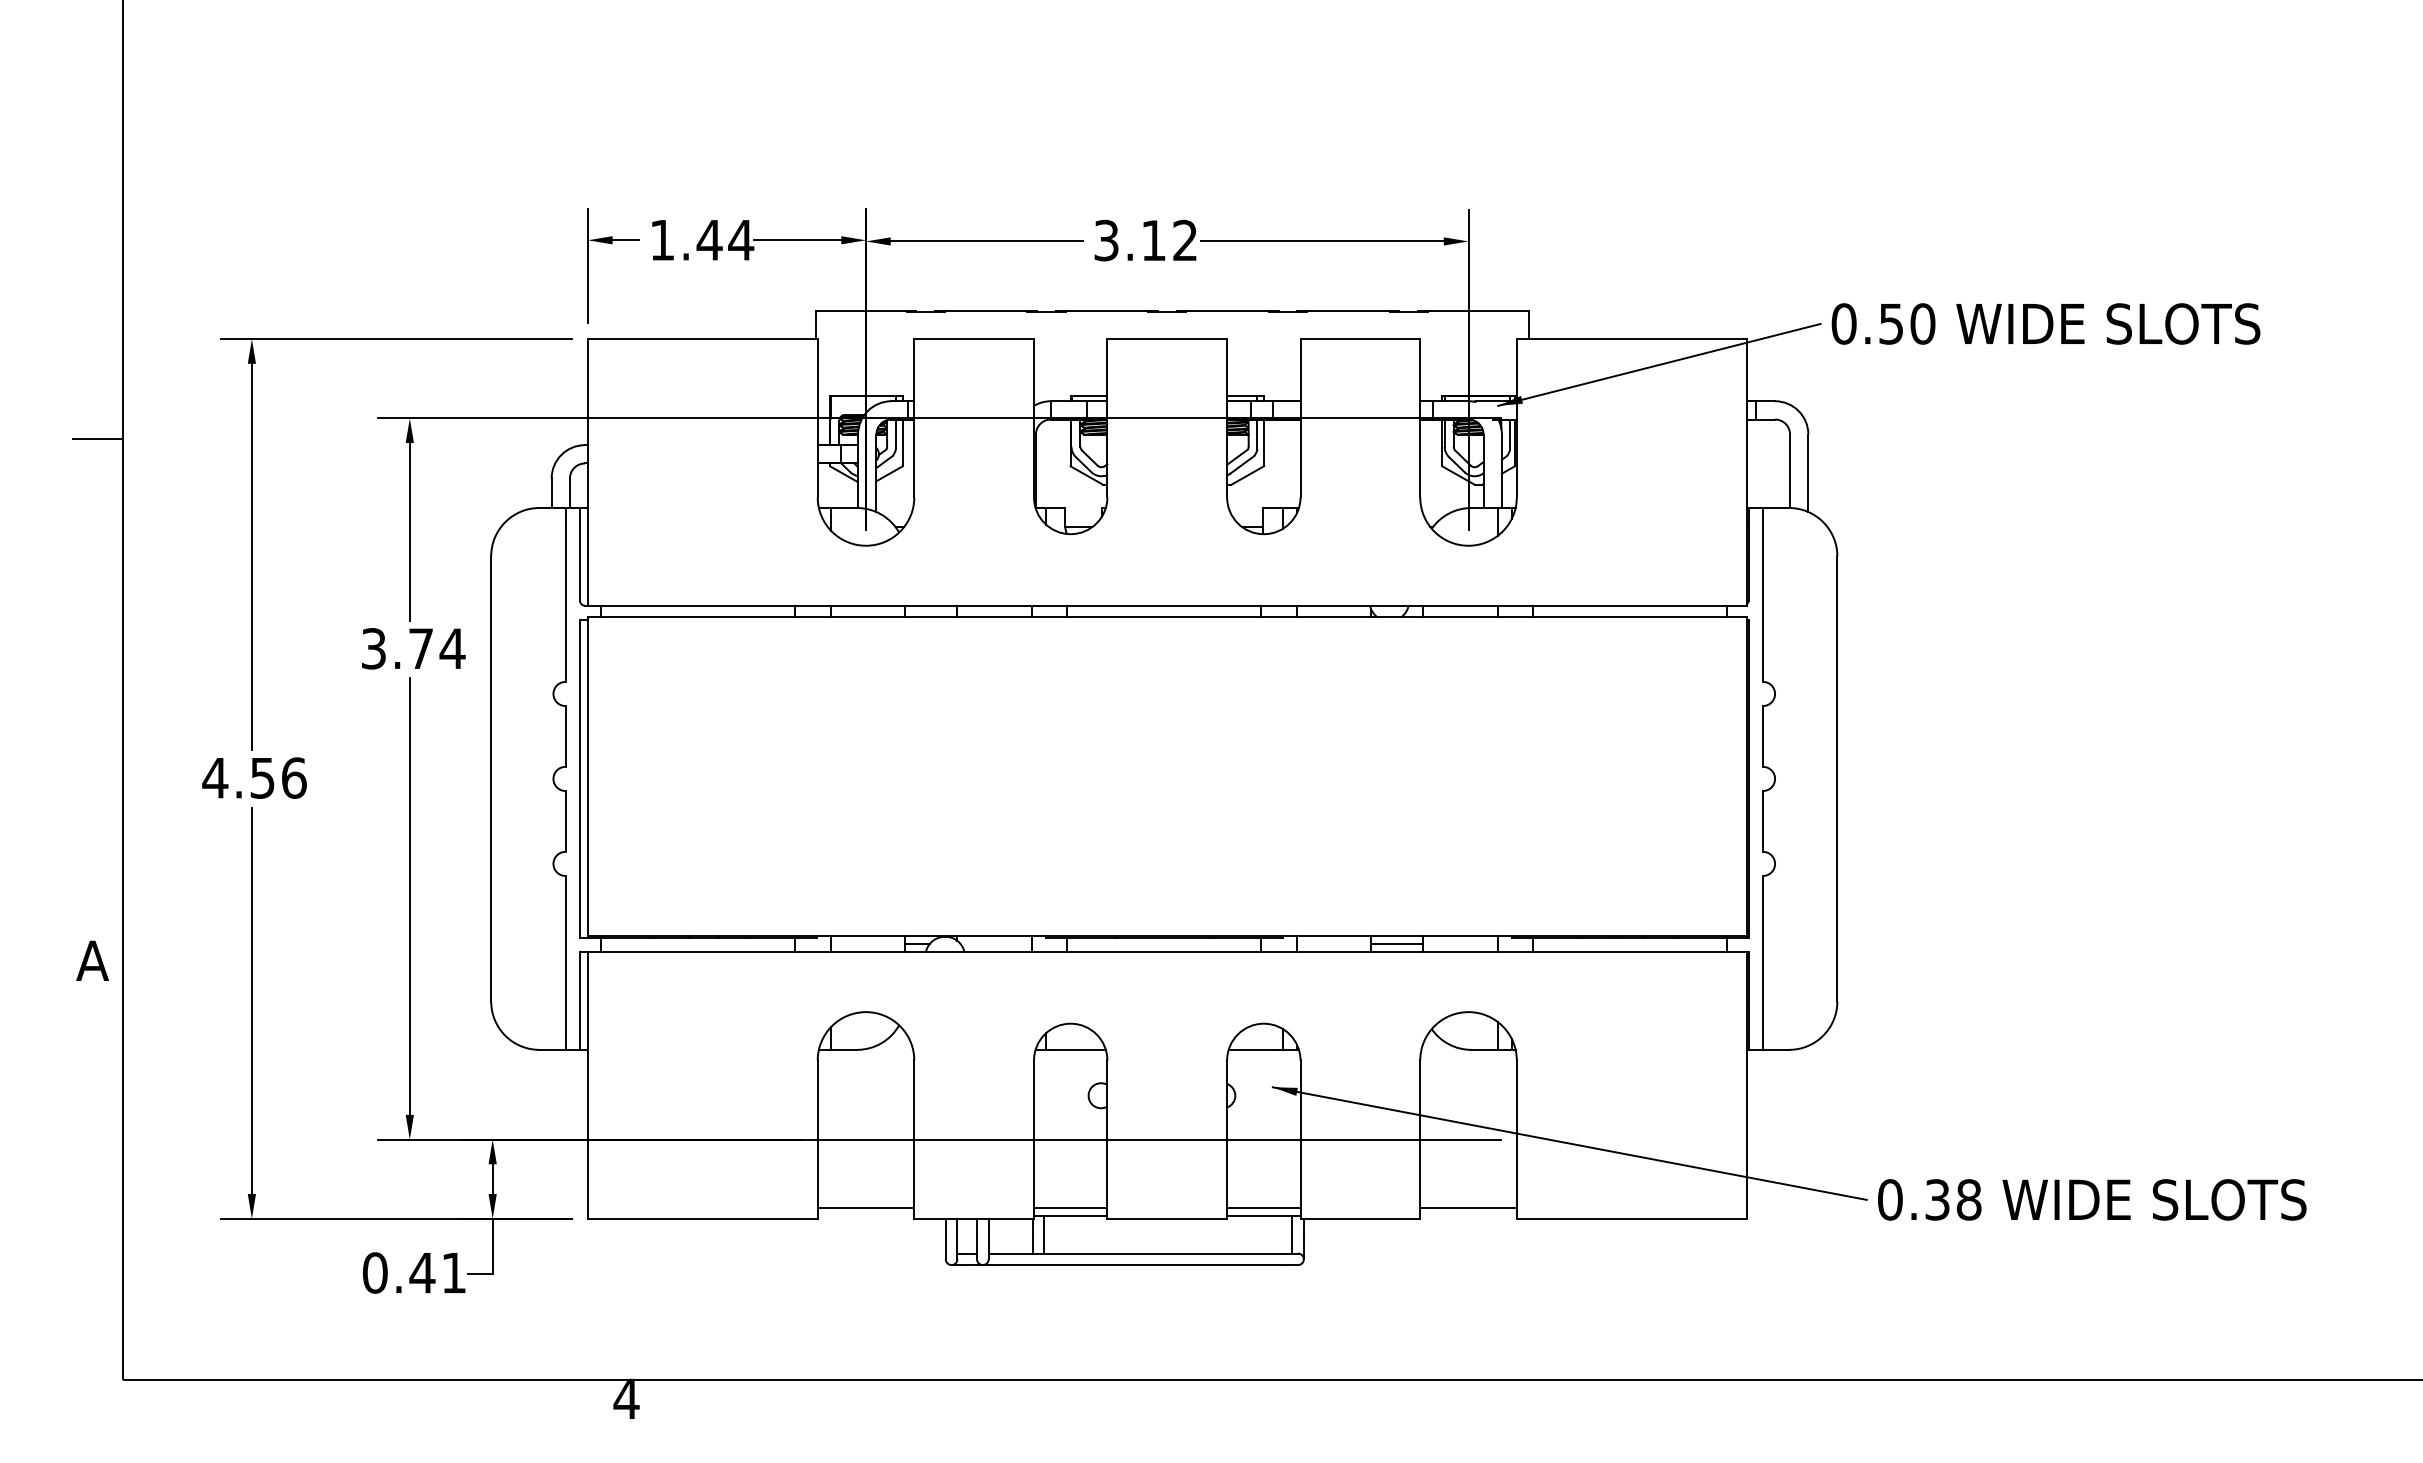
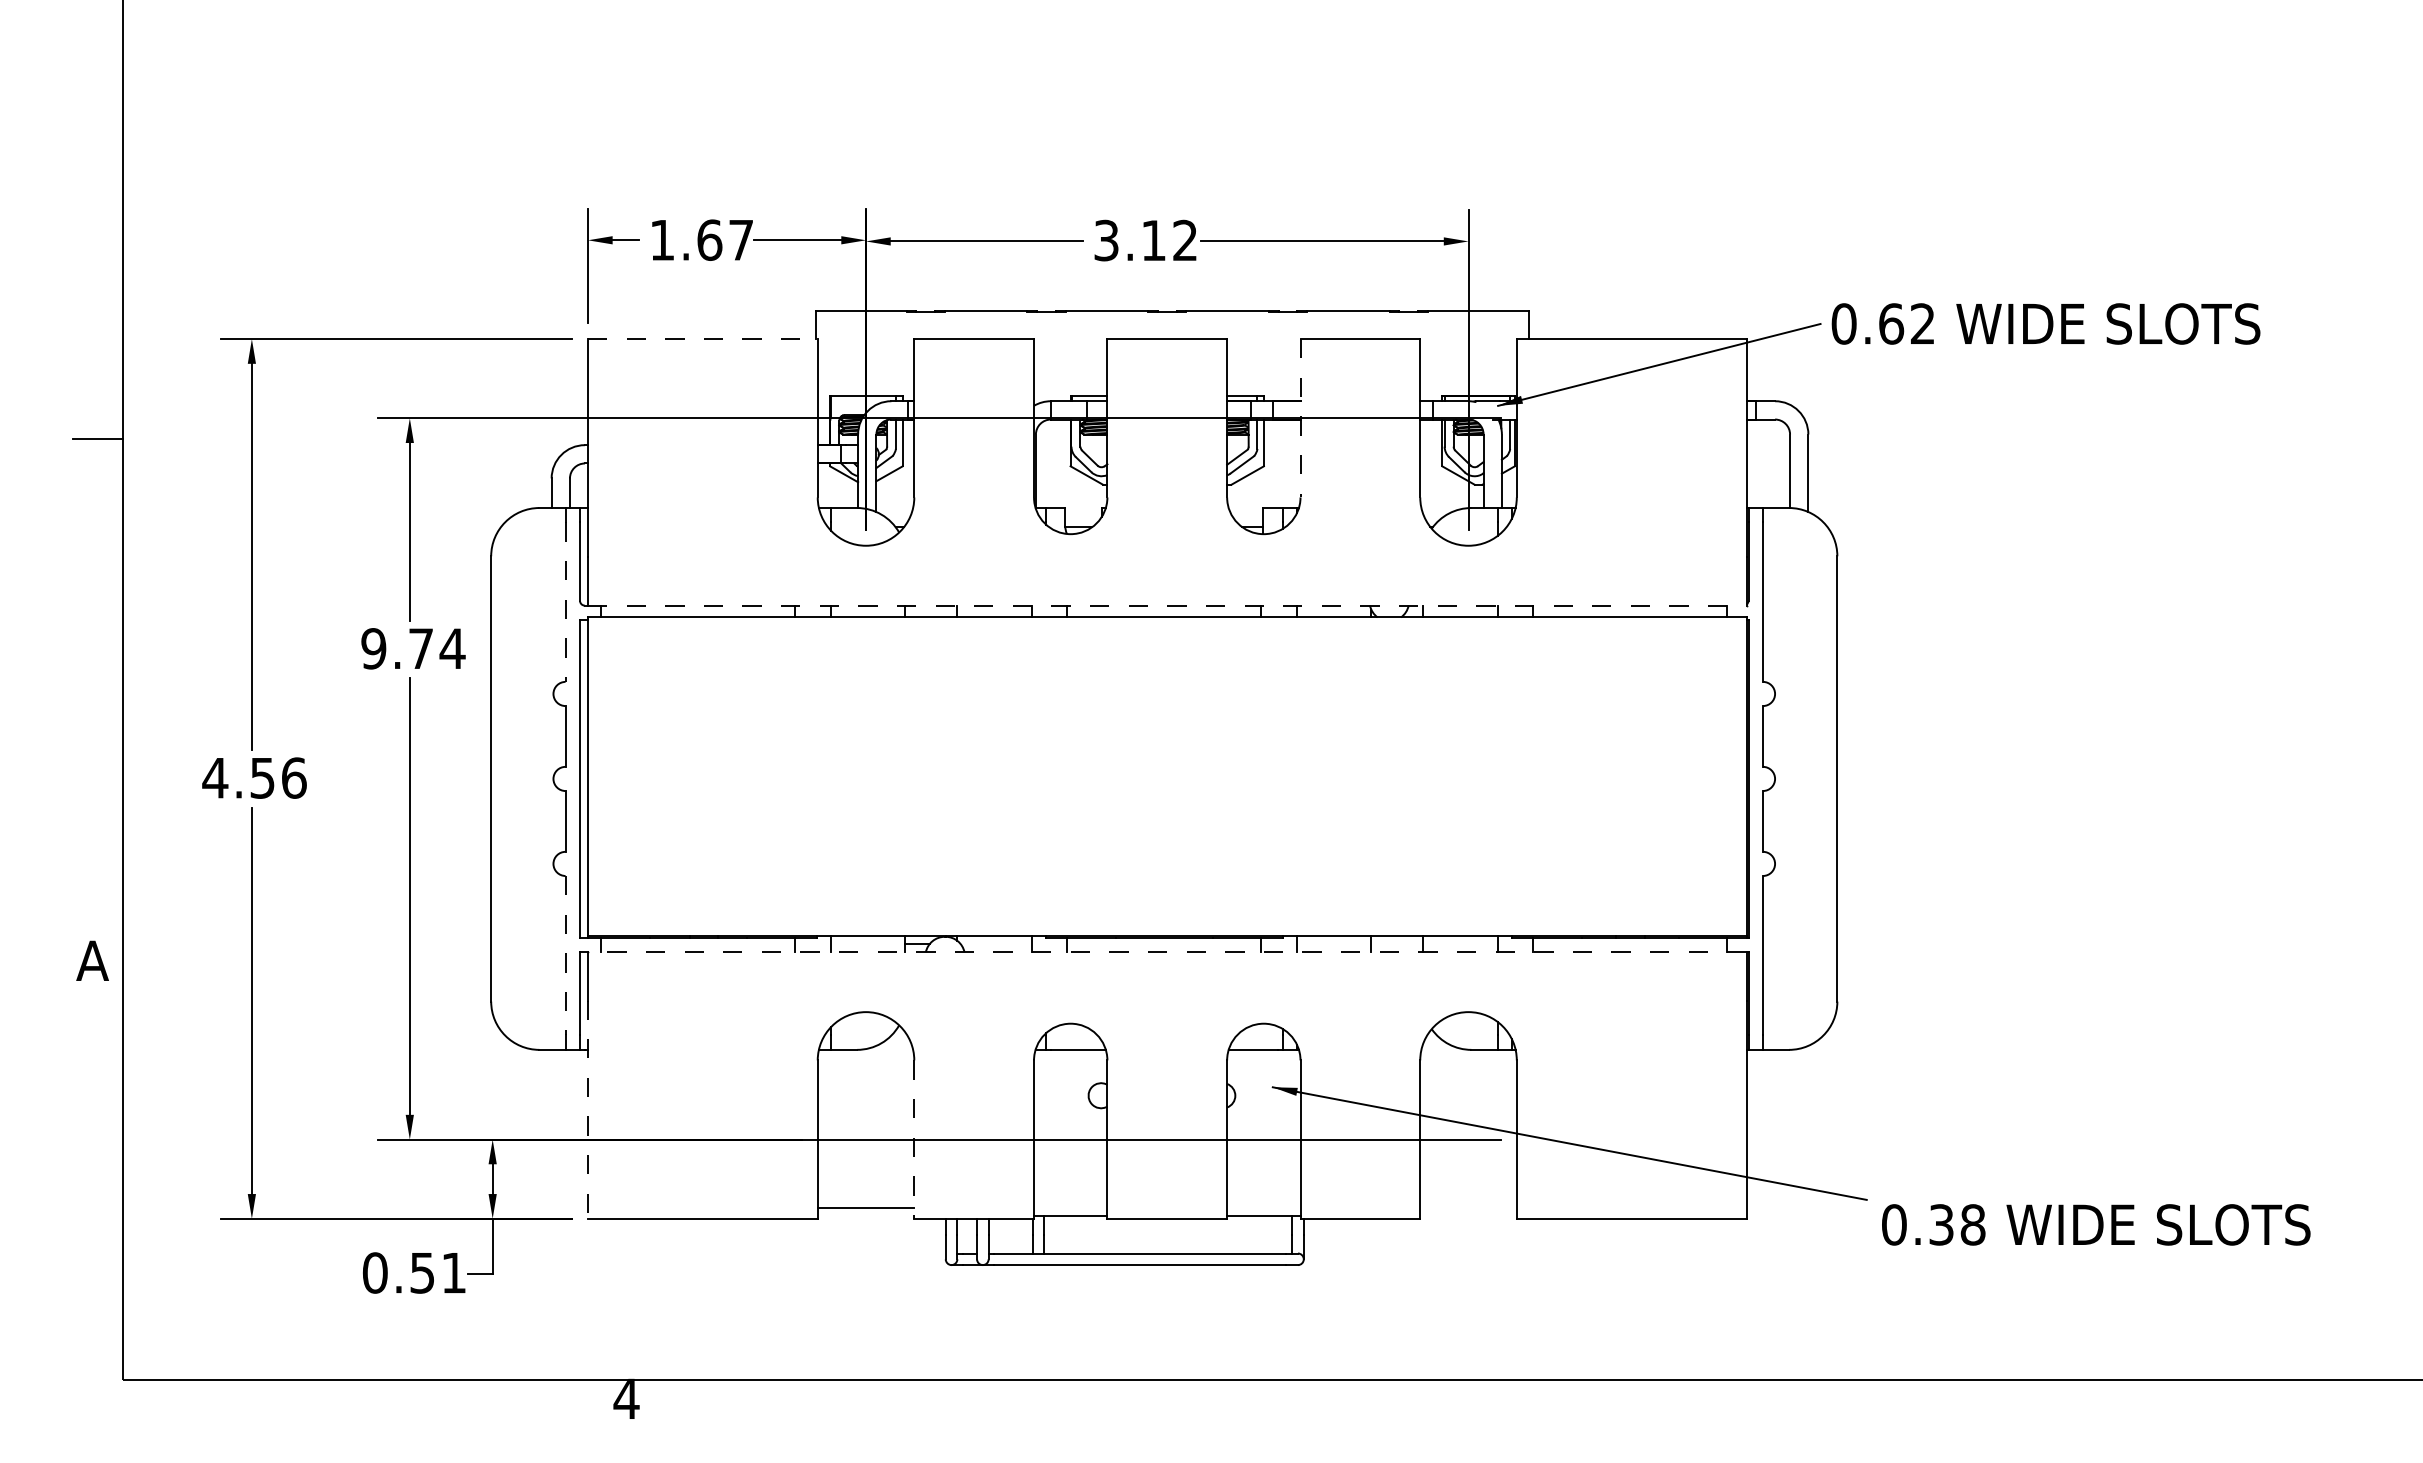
text at (725, 239): 1.44 -> 1.67
text at (1907, 323): 0.50 -> 0.62
line at (702, 339): solid -> dashed
line at (1300, 418): solid -> dashed
line at (565, 602): solid -> dashed
line at (1167, 605): solid -> dashed
text at (373, 648): 3.74 -> 9.74
line at (1397, 944): present -> none
line at (1166, 952): solid -> dashed
line at (565, 955): solid -> dashed
line at (587, 1110): solid -> dashed
line at (914, 1140): solid -> dashed
text at (2092, 1199) position: (2092, 1199) -> (2096, 1224)
line at (1070, 1207): present -> none
line at (1263, 1207): present -> none
line at (1468, 1207): present -> none
text at (422, 1273): 0.41 -> 0.51
